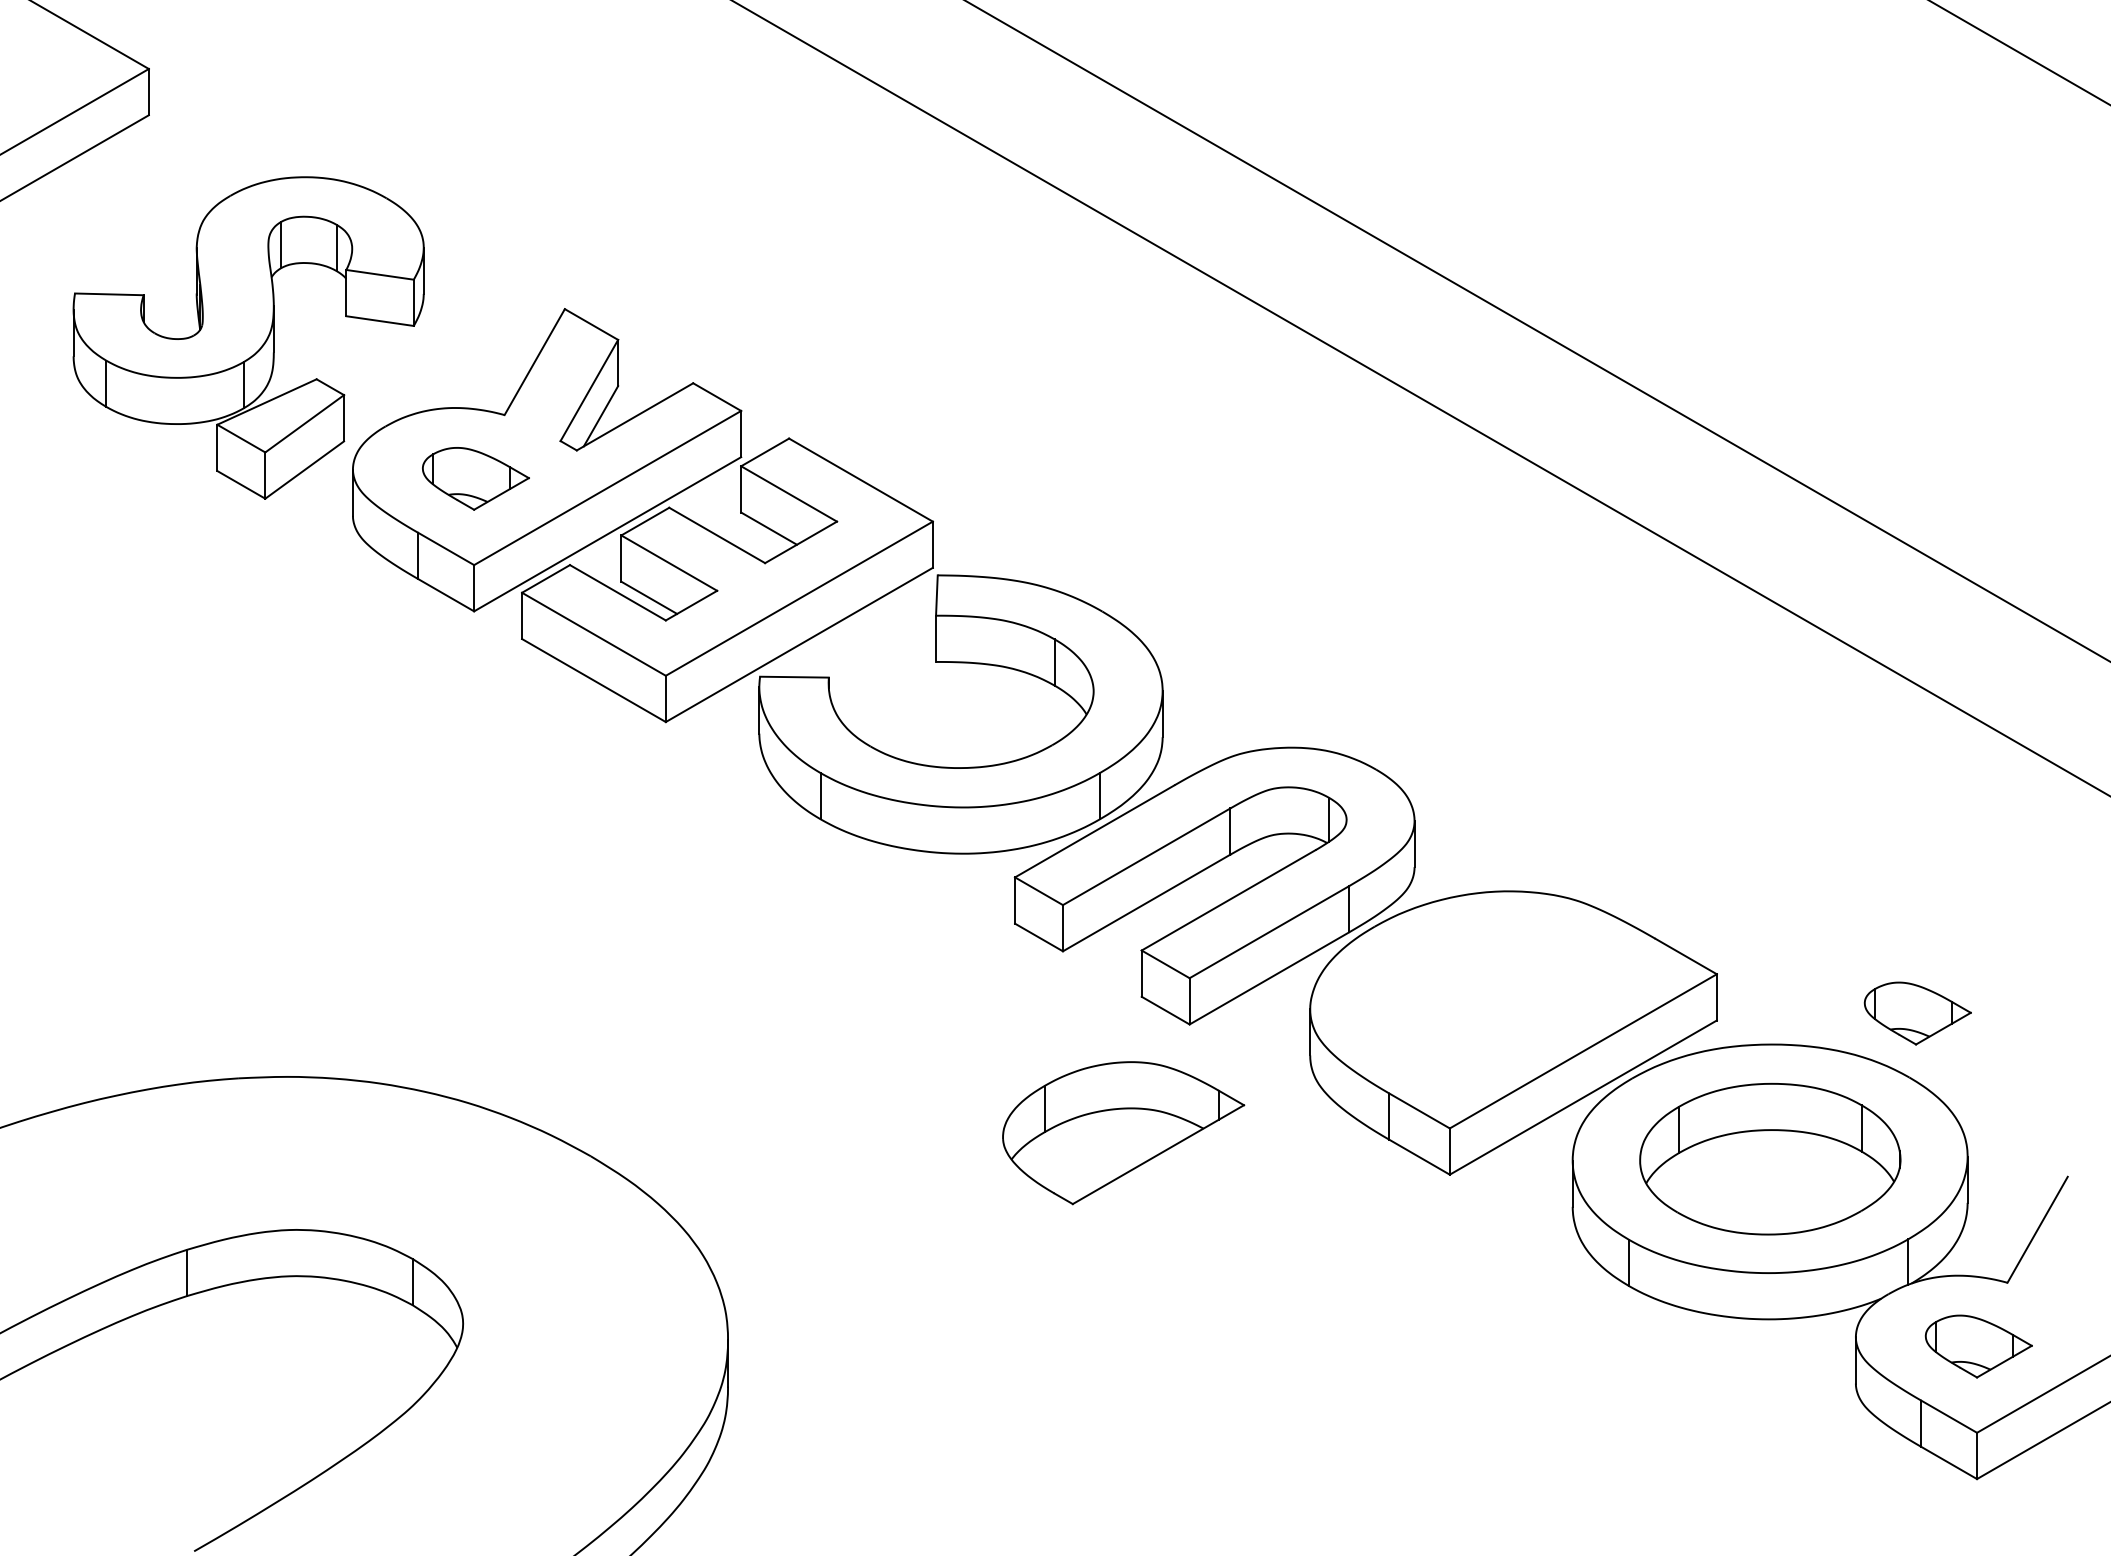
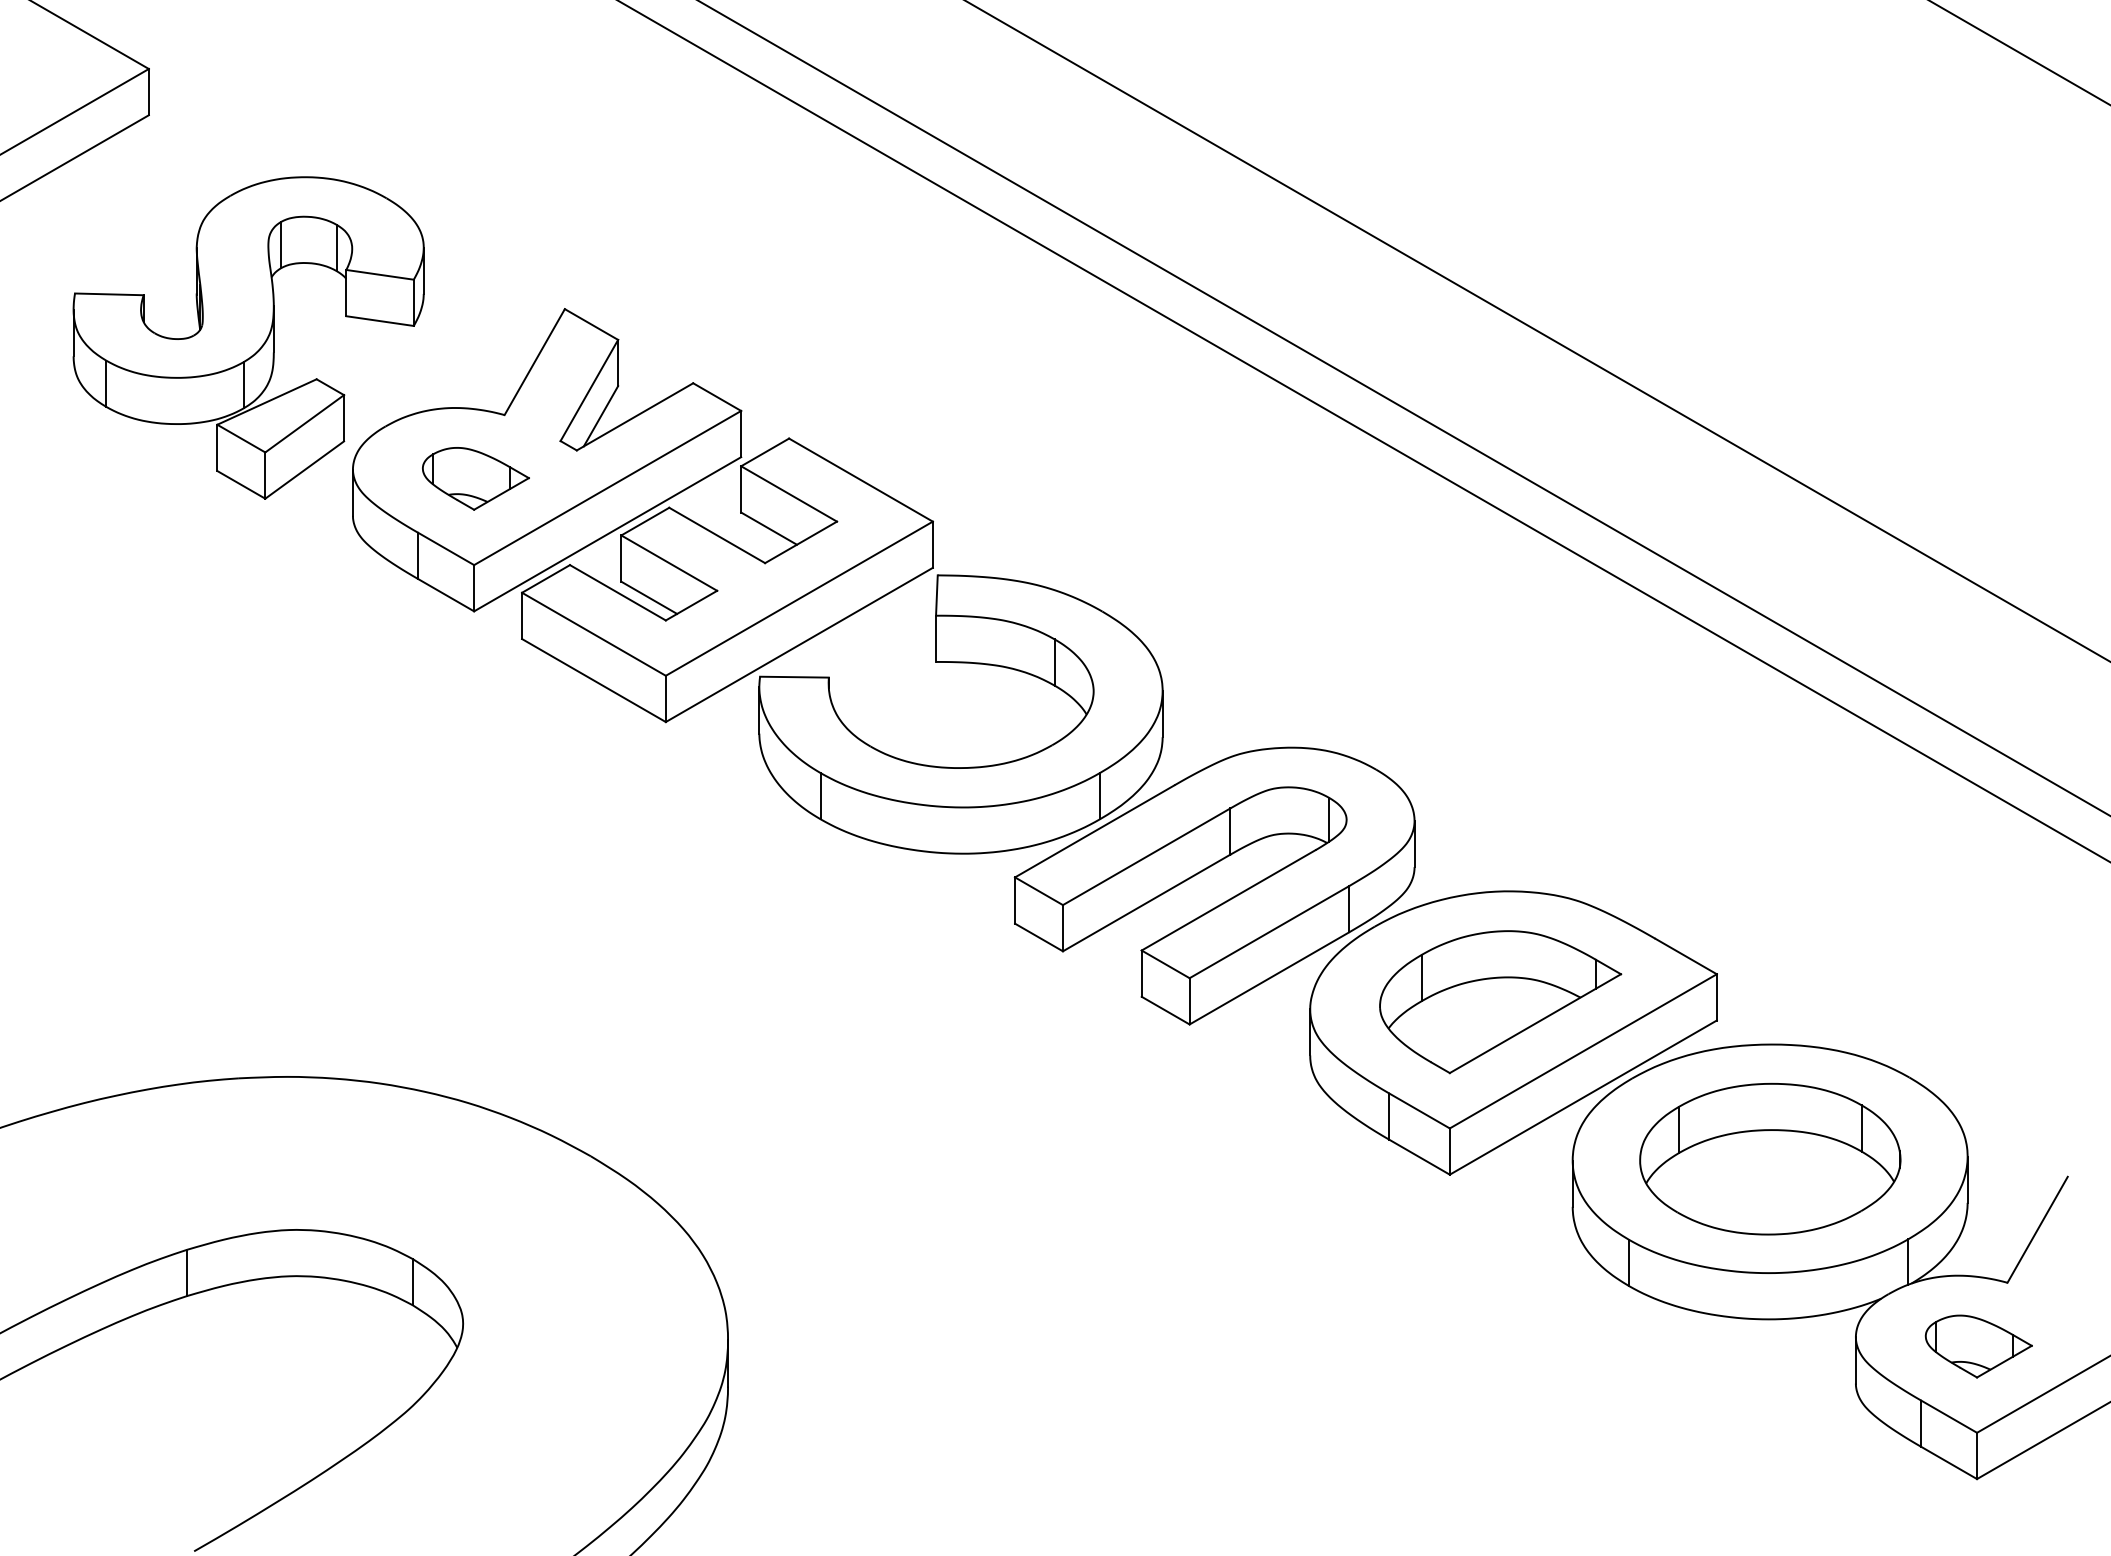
line at (1420, 398) position: (1420, 398) -> (1403, 408)
line at (1364, 431): none -> present
part at (1917, 1013): present -> none
part at (1123, 1133) position: (1123, 1133) -> (1500, 1002)
